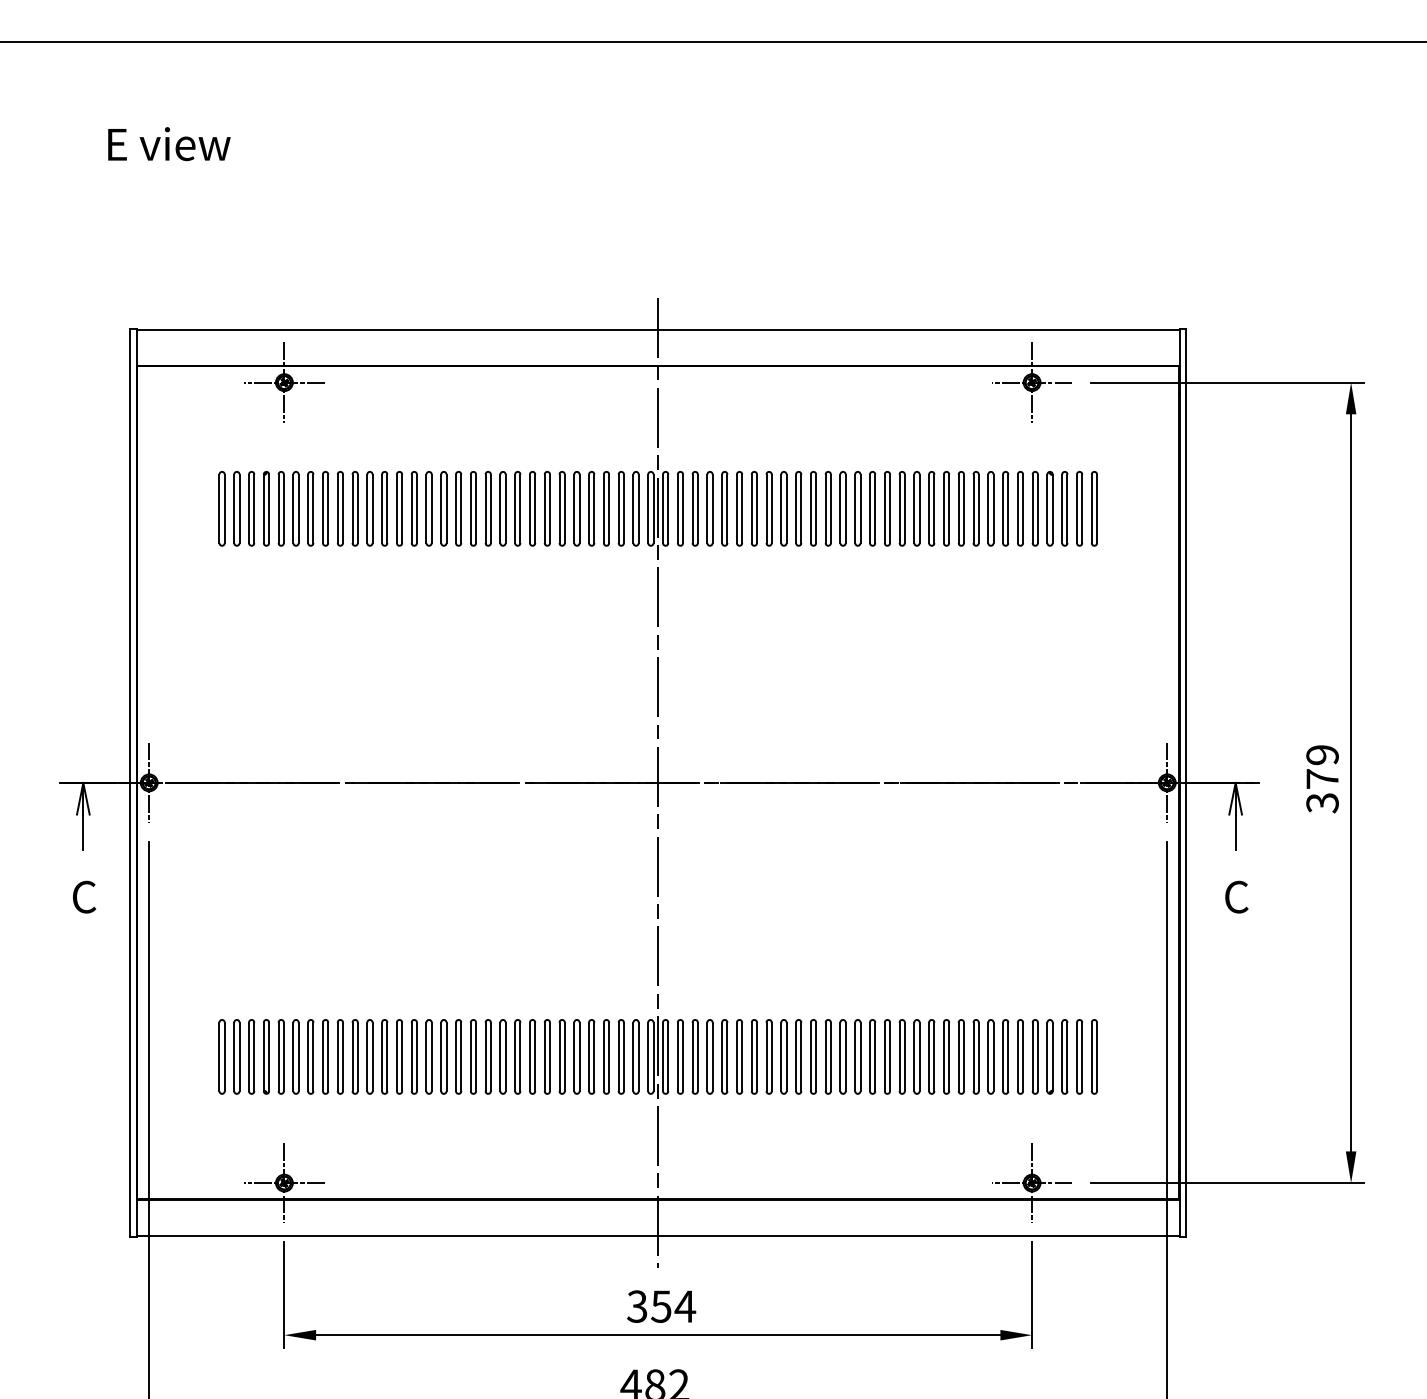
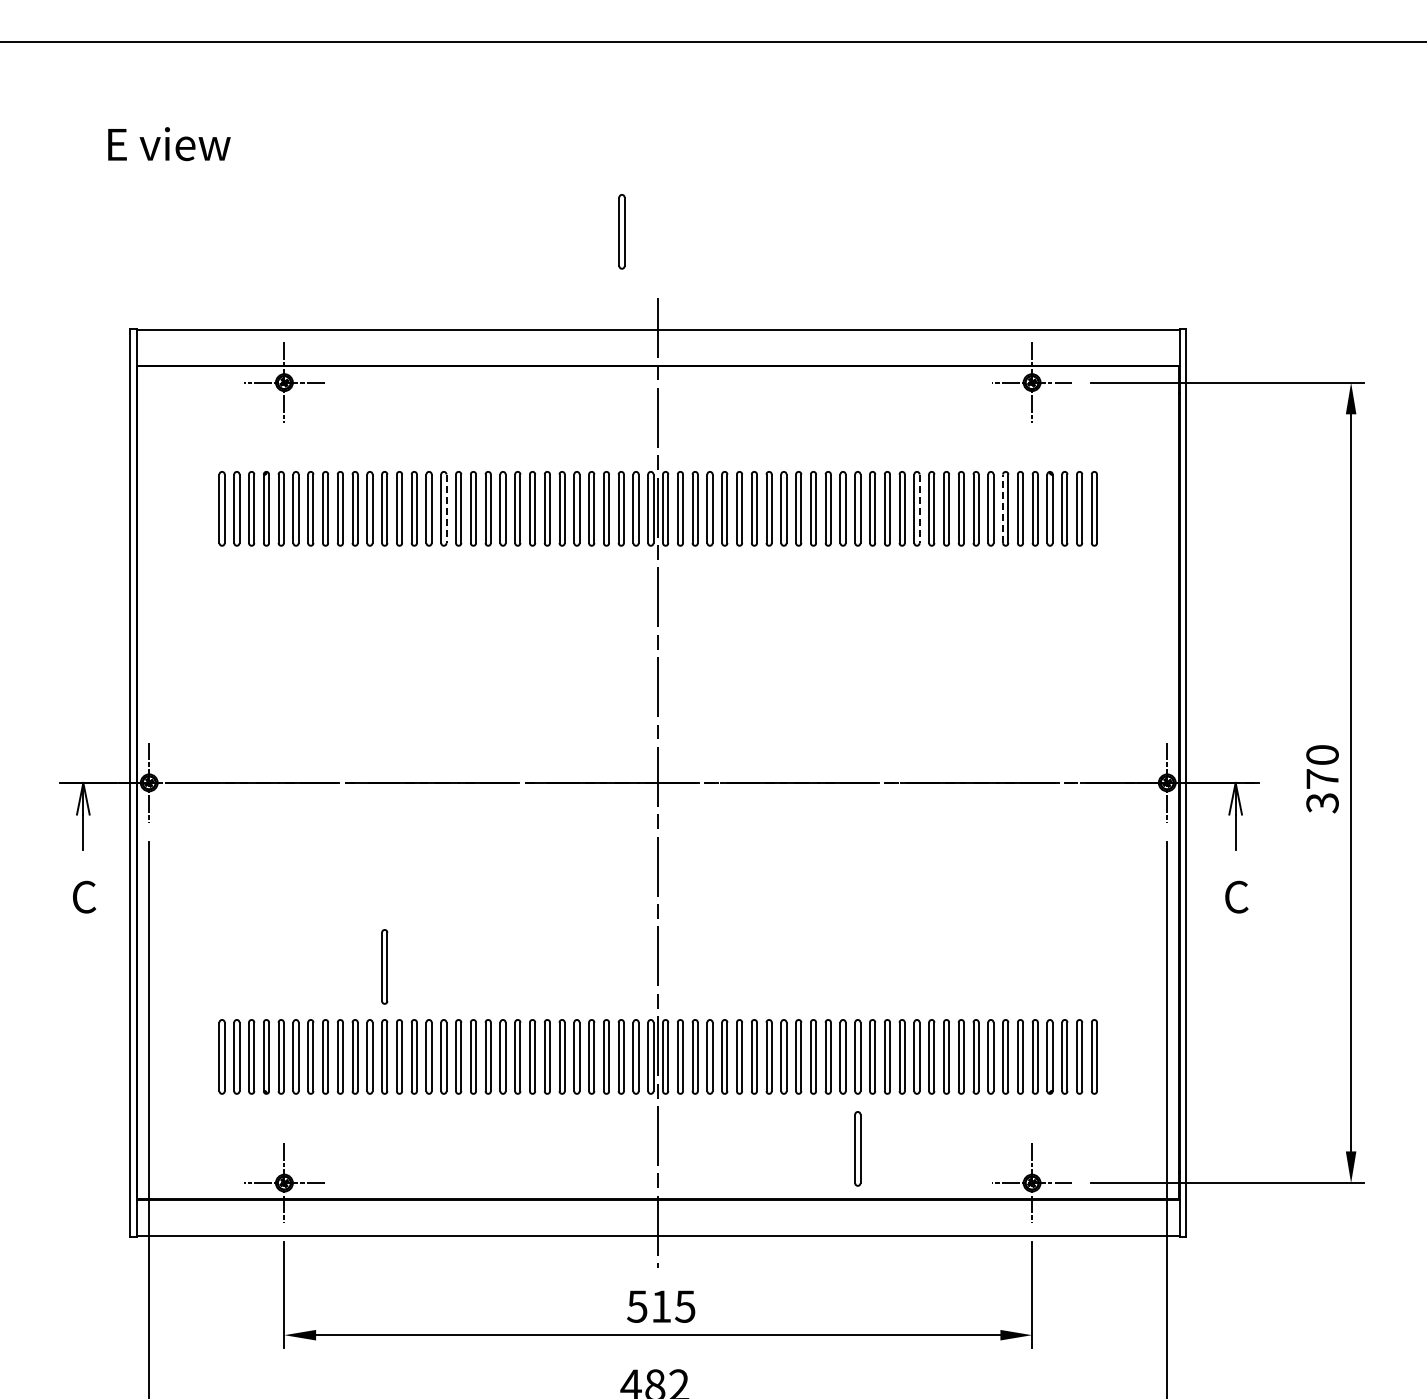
part at (621, 231): none -> present
line at (1003, 508): solid -> dashed
line at (446, 509): solid -> dashed
line at (919, 509): solid -> dashed
text at (1322, 755): 379 -> 370
part at (384, 966): none -> present
part at (857, 1148): none -> present
text at (661, 1306): 354 -> 515
